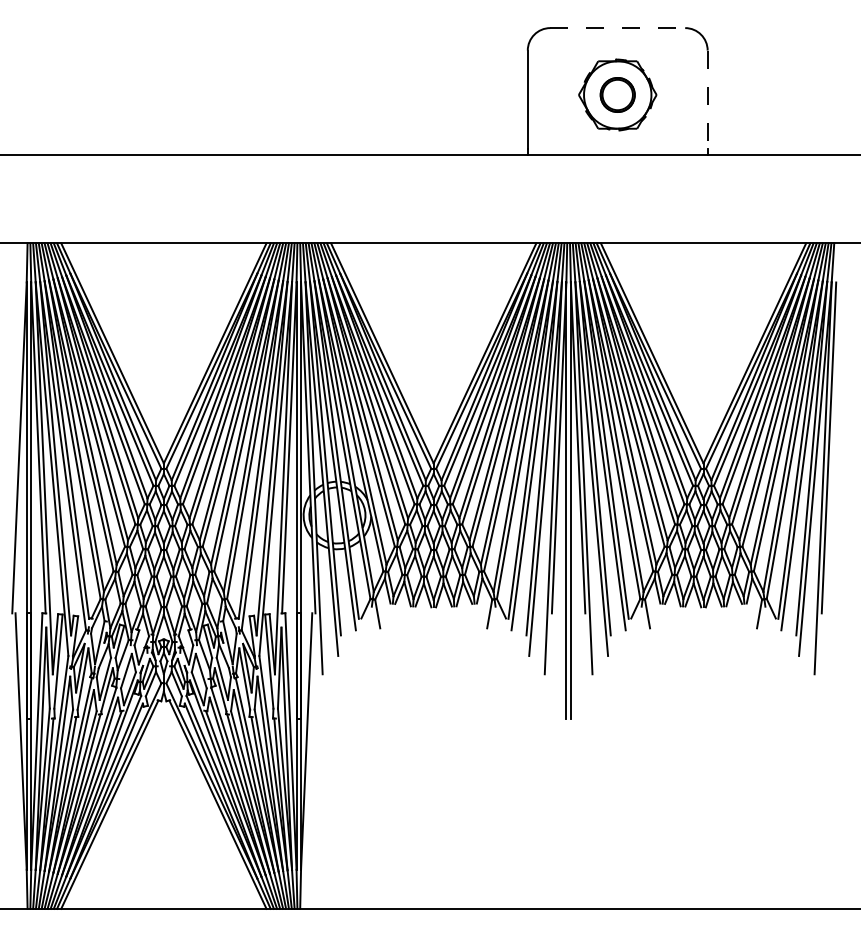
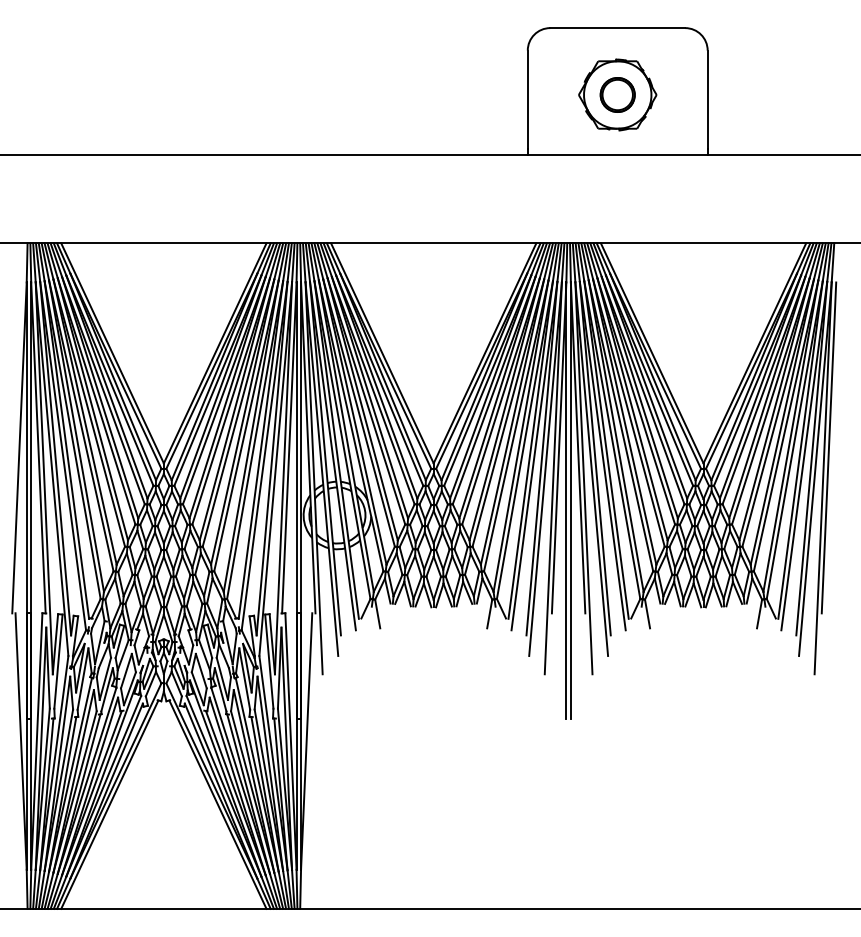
line at (618, 28): dashed -> solid
line at (707, 100): dashed -> solid
